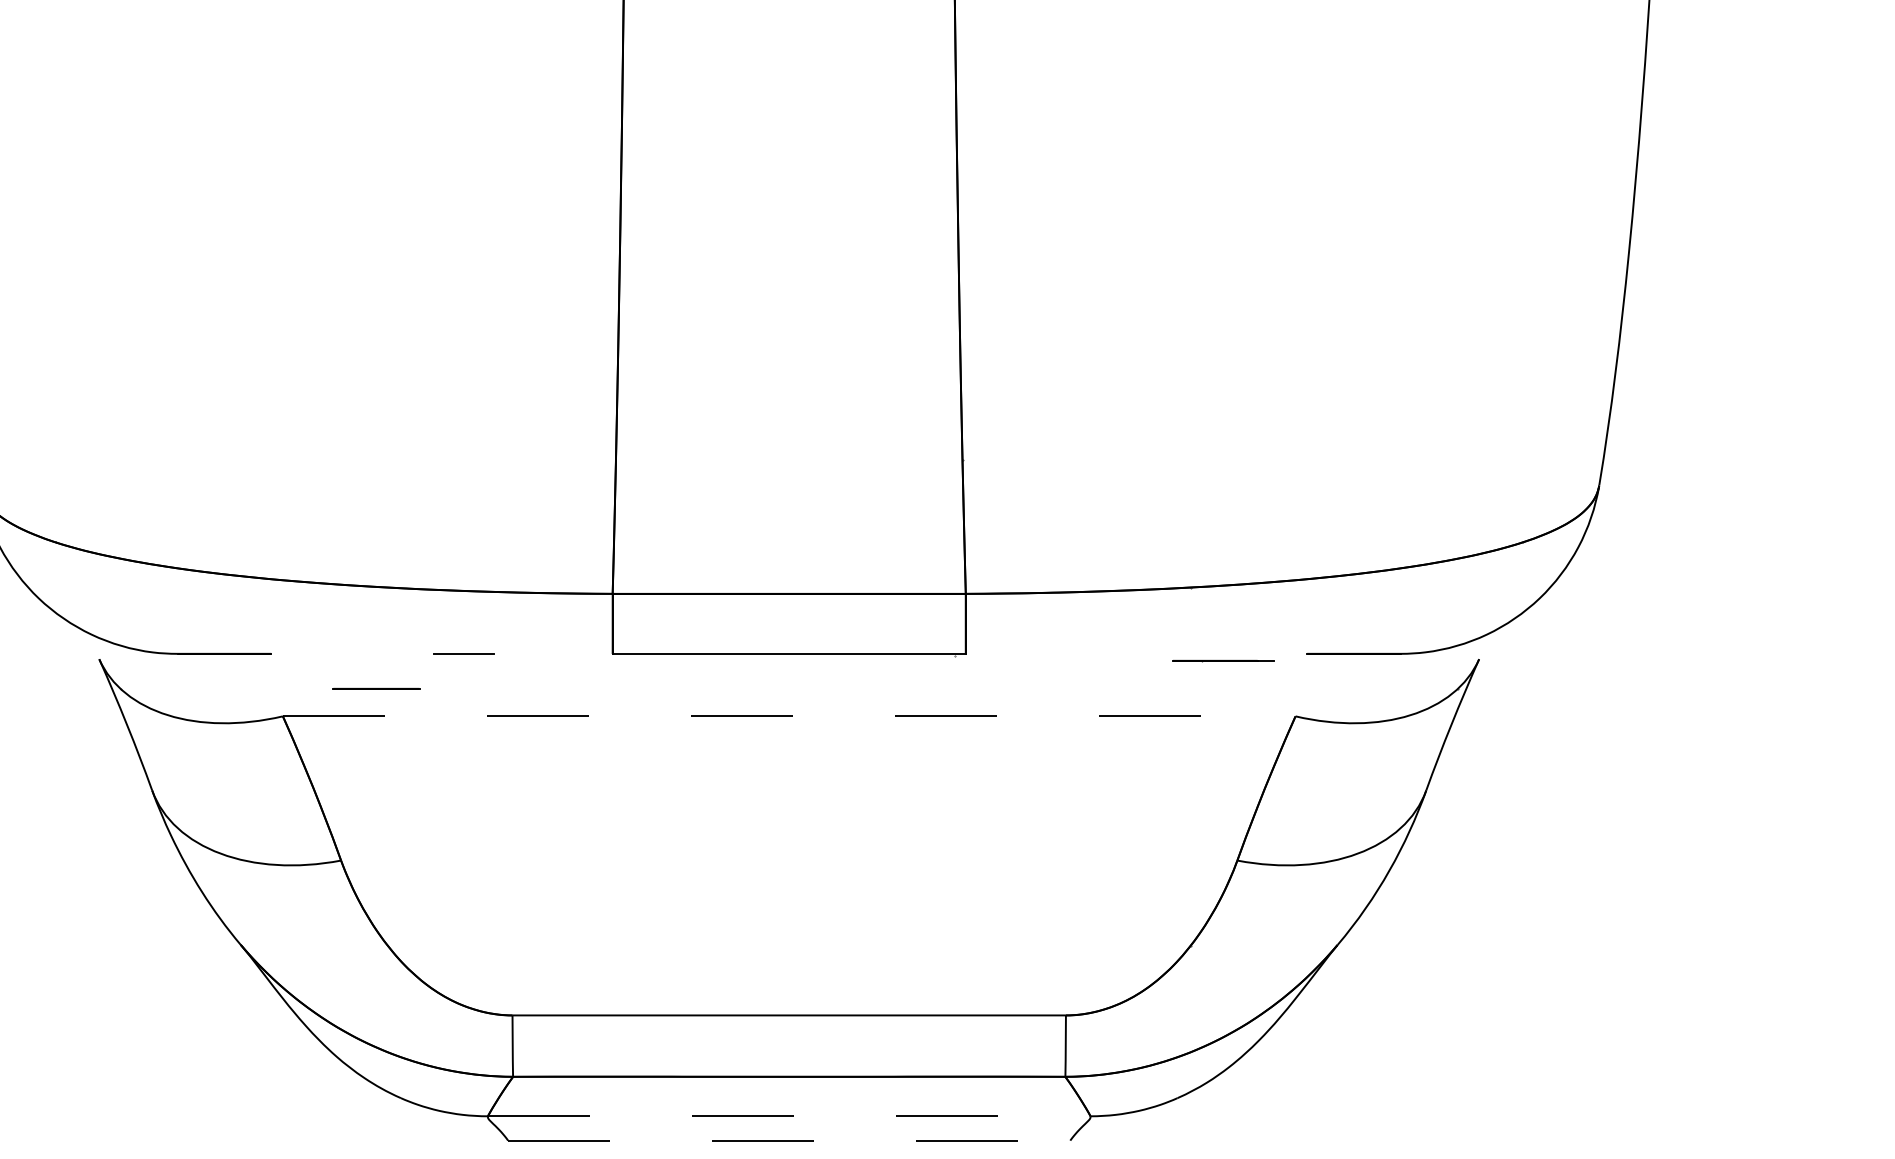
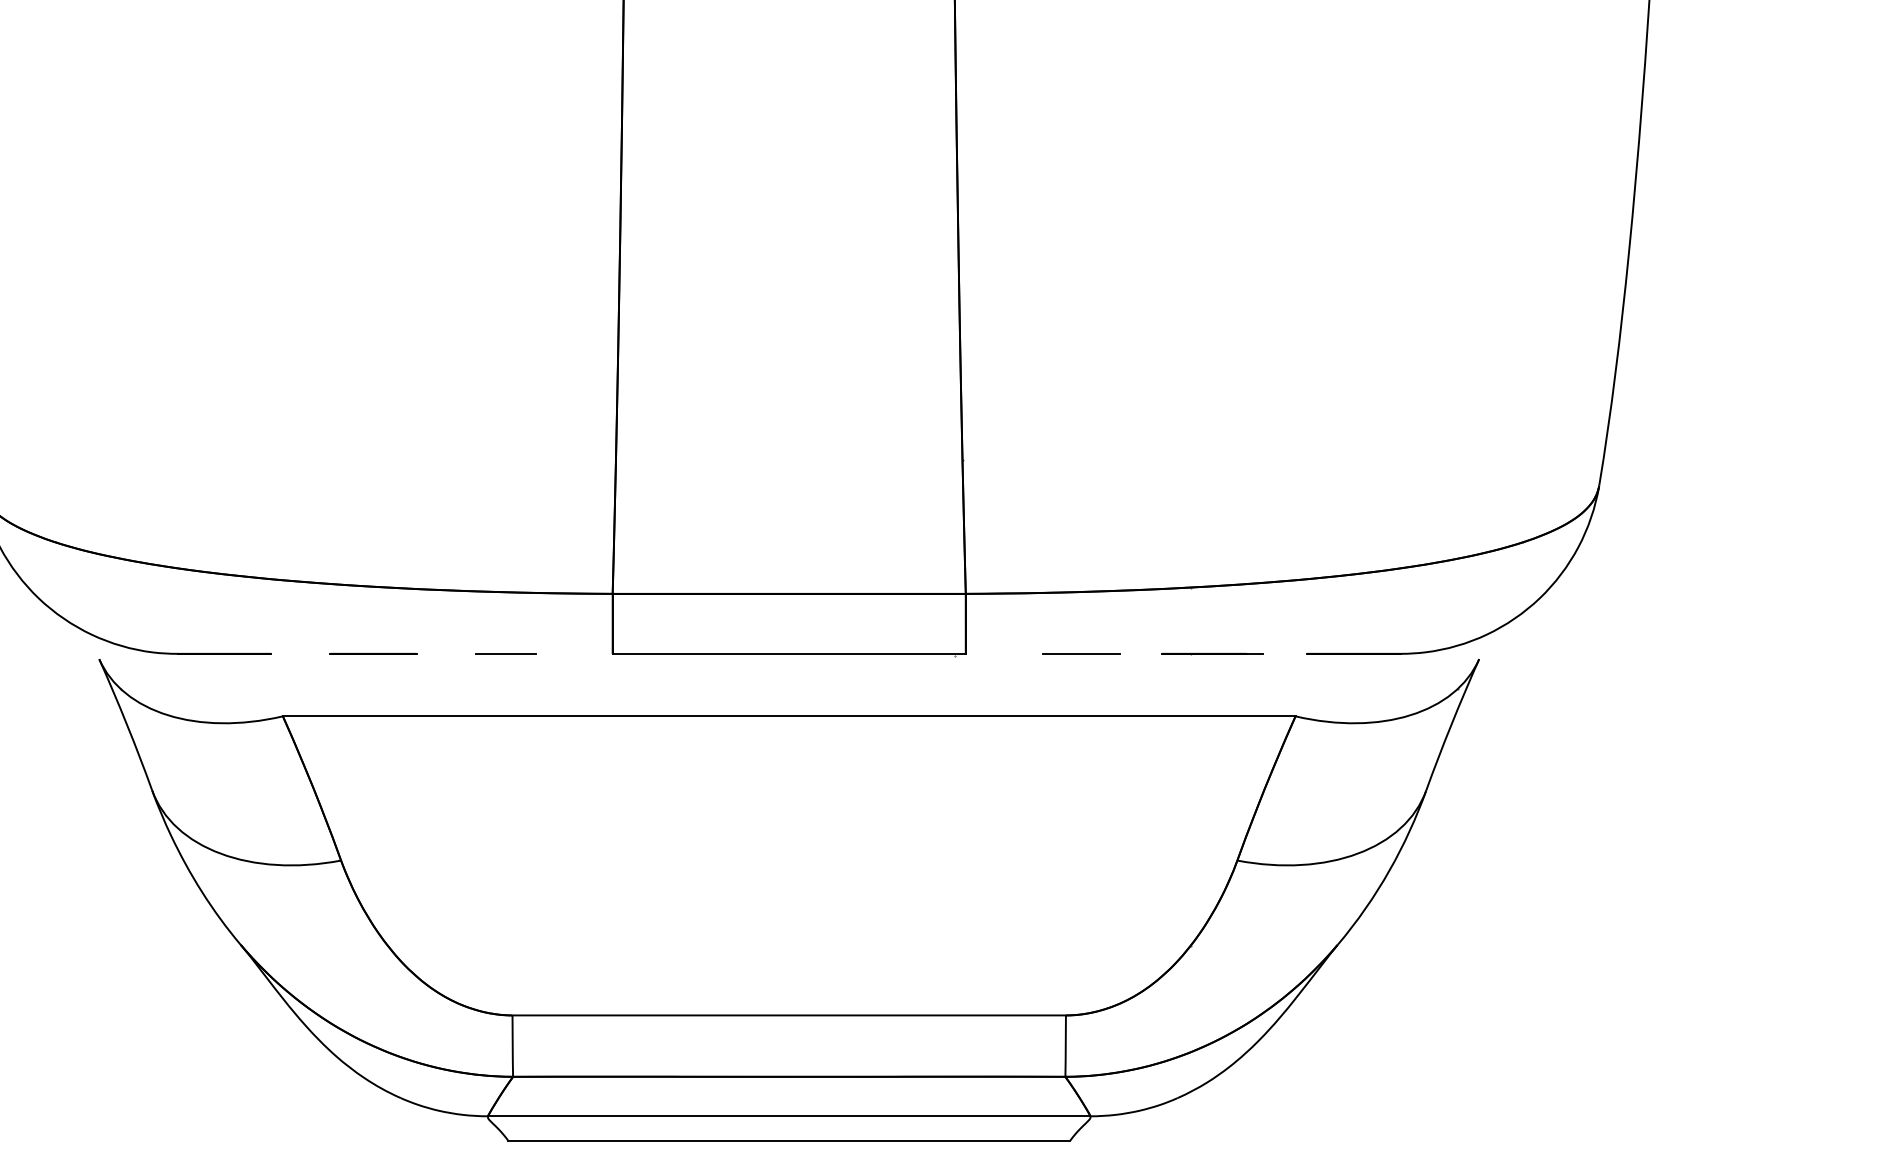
line at (463, 653) position: (463, 653) -> (505, 653)
line at (1080, 653): none -> present
line at (1223, 661) position: (1223, 661) -> (1212, 654)
line at (376, 688) position: (376, 688) -> (373, 653)
line at (789, 716): dashed -> solid
line at (789, 1116): dashed -> solid
line at (789, 1140): dashed -> solid
